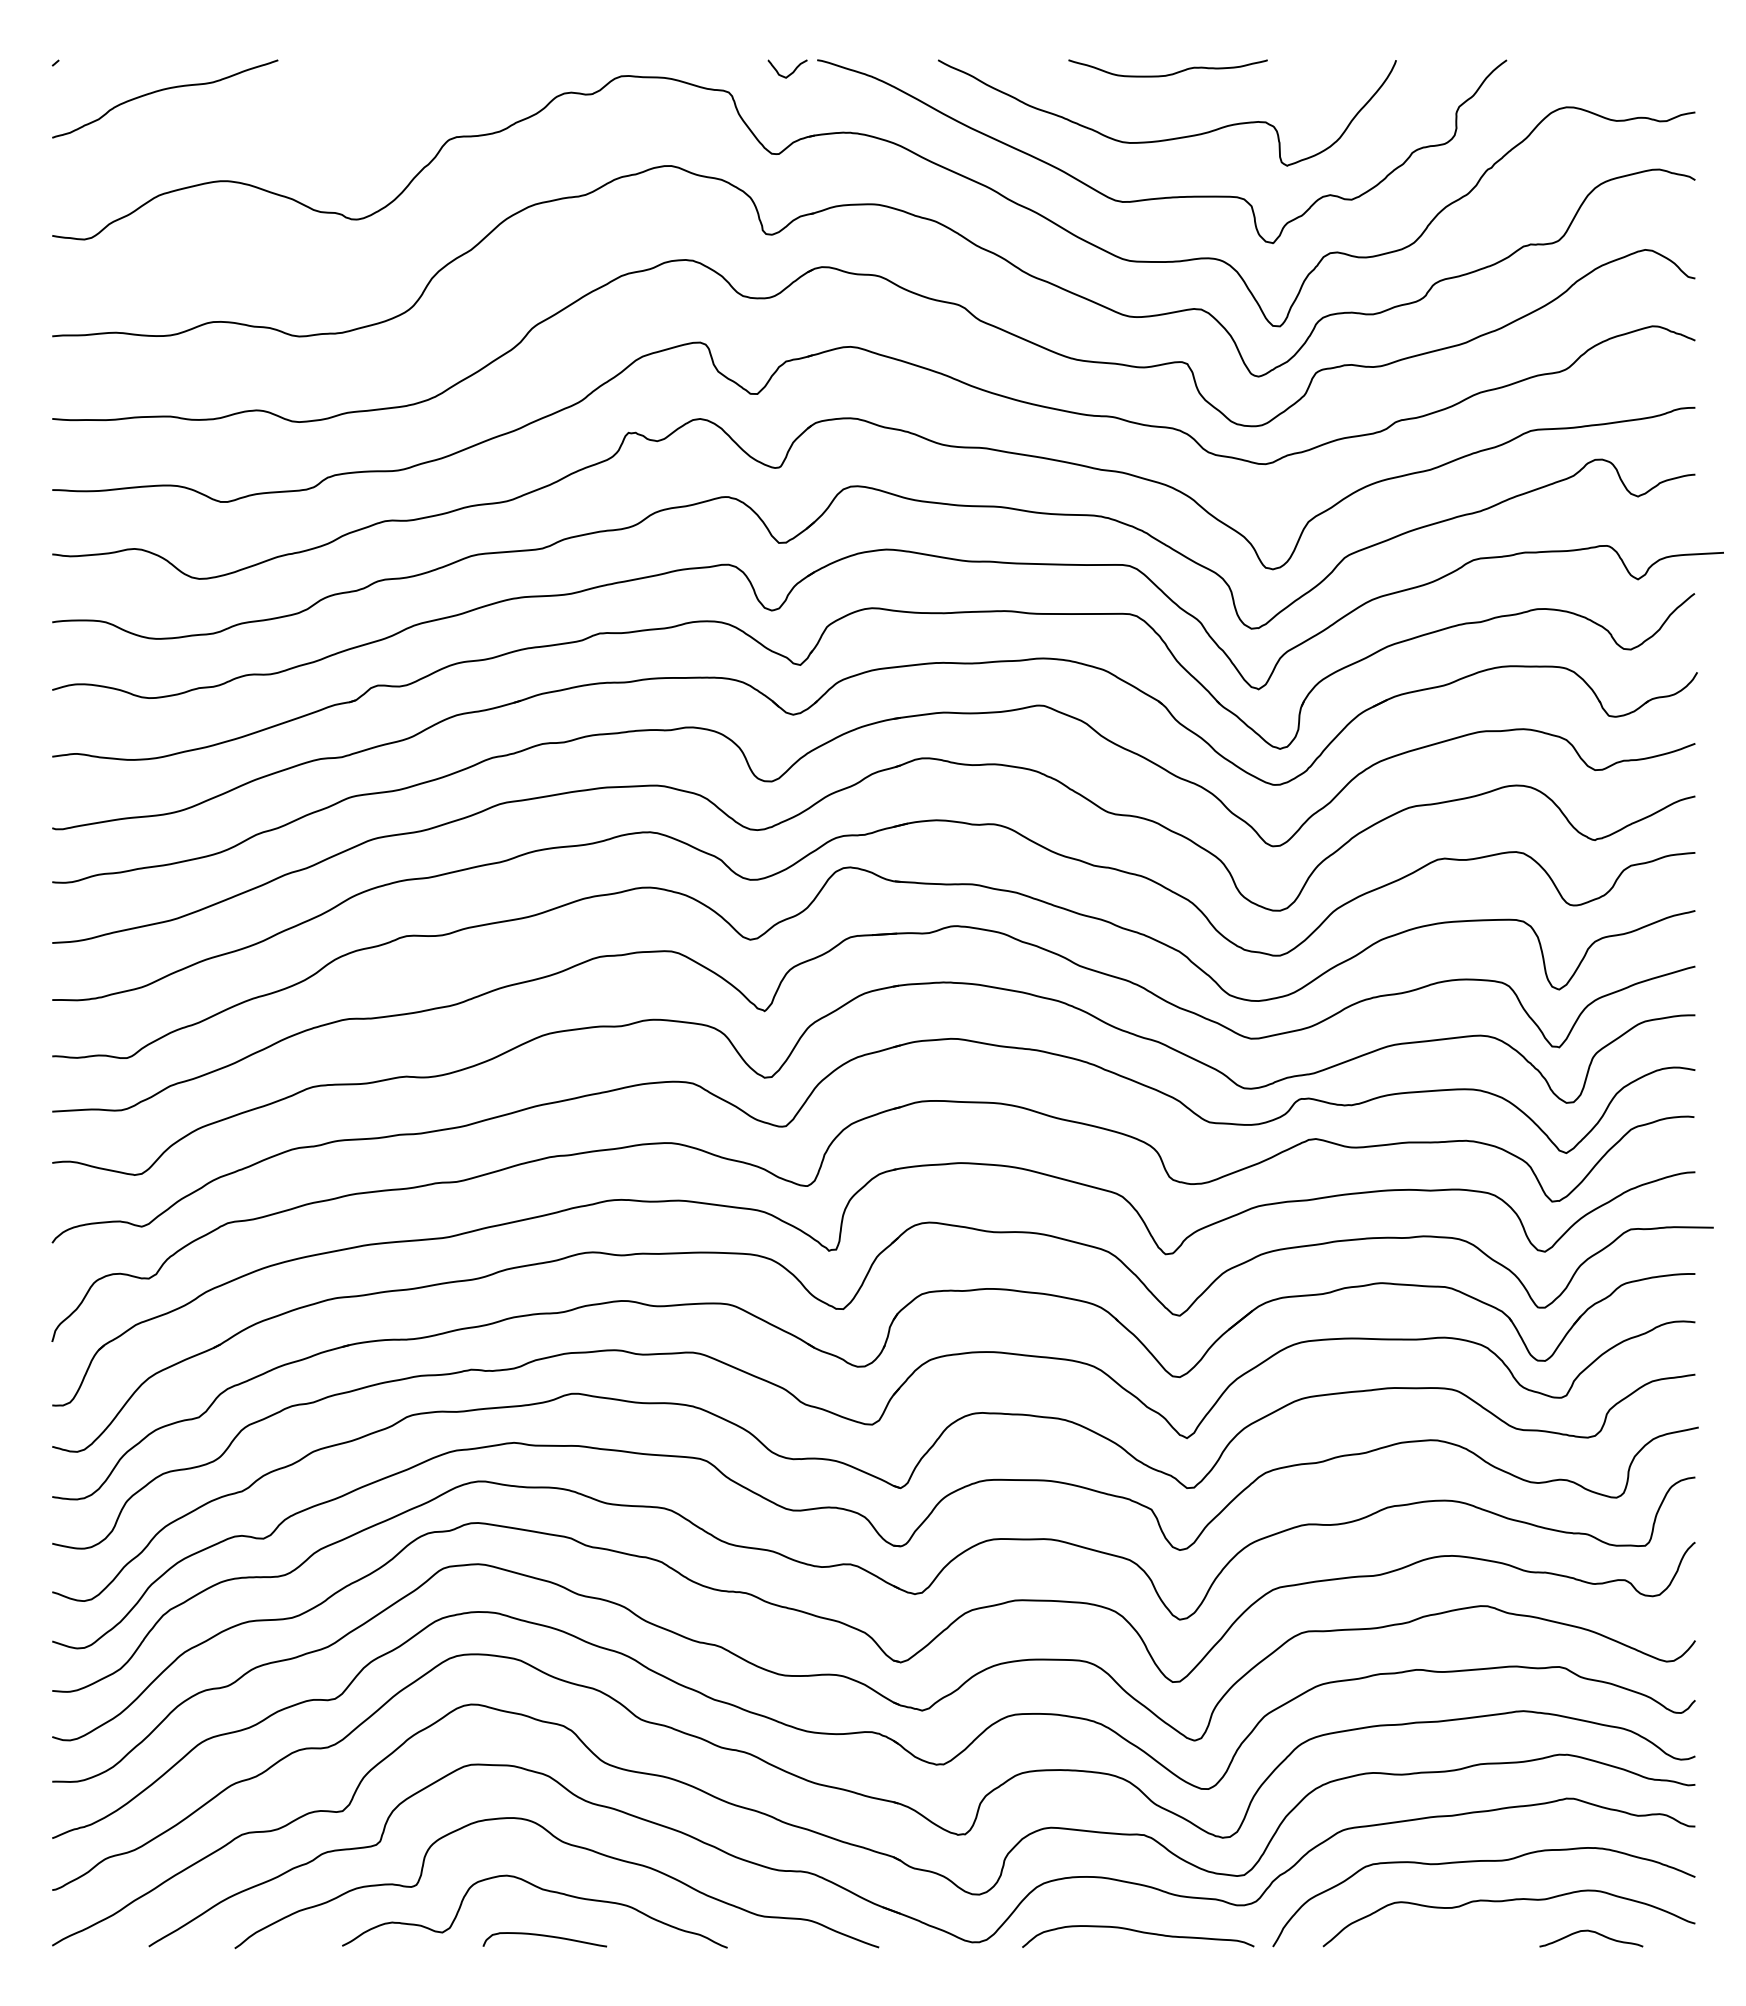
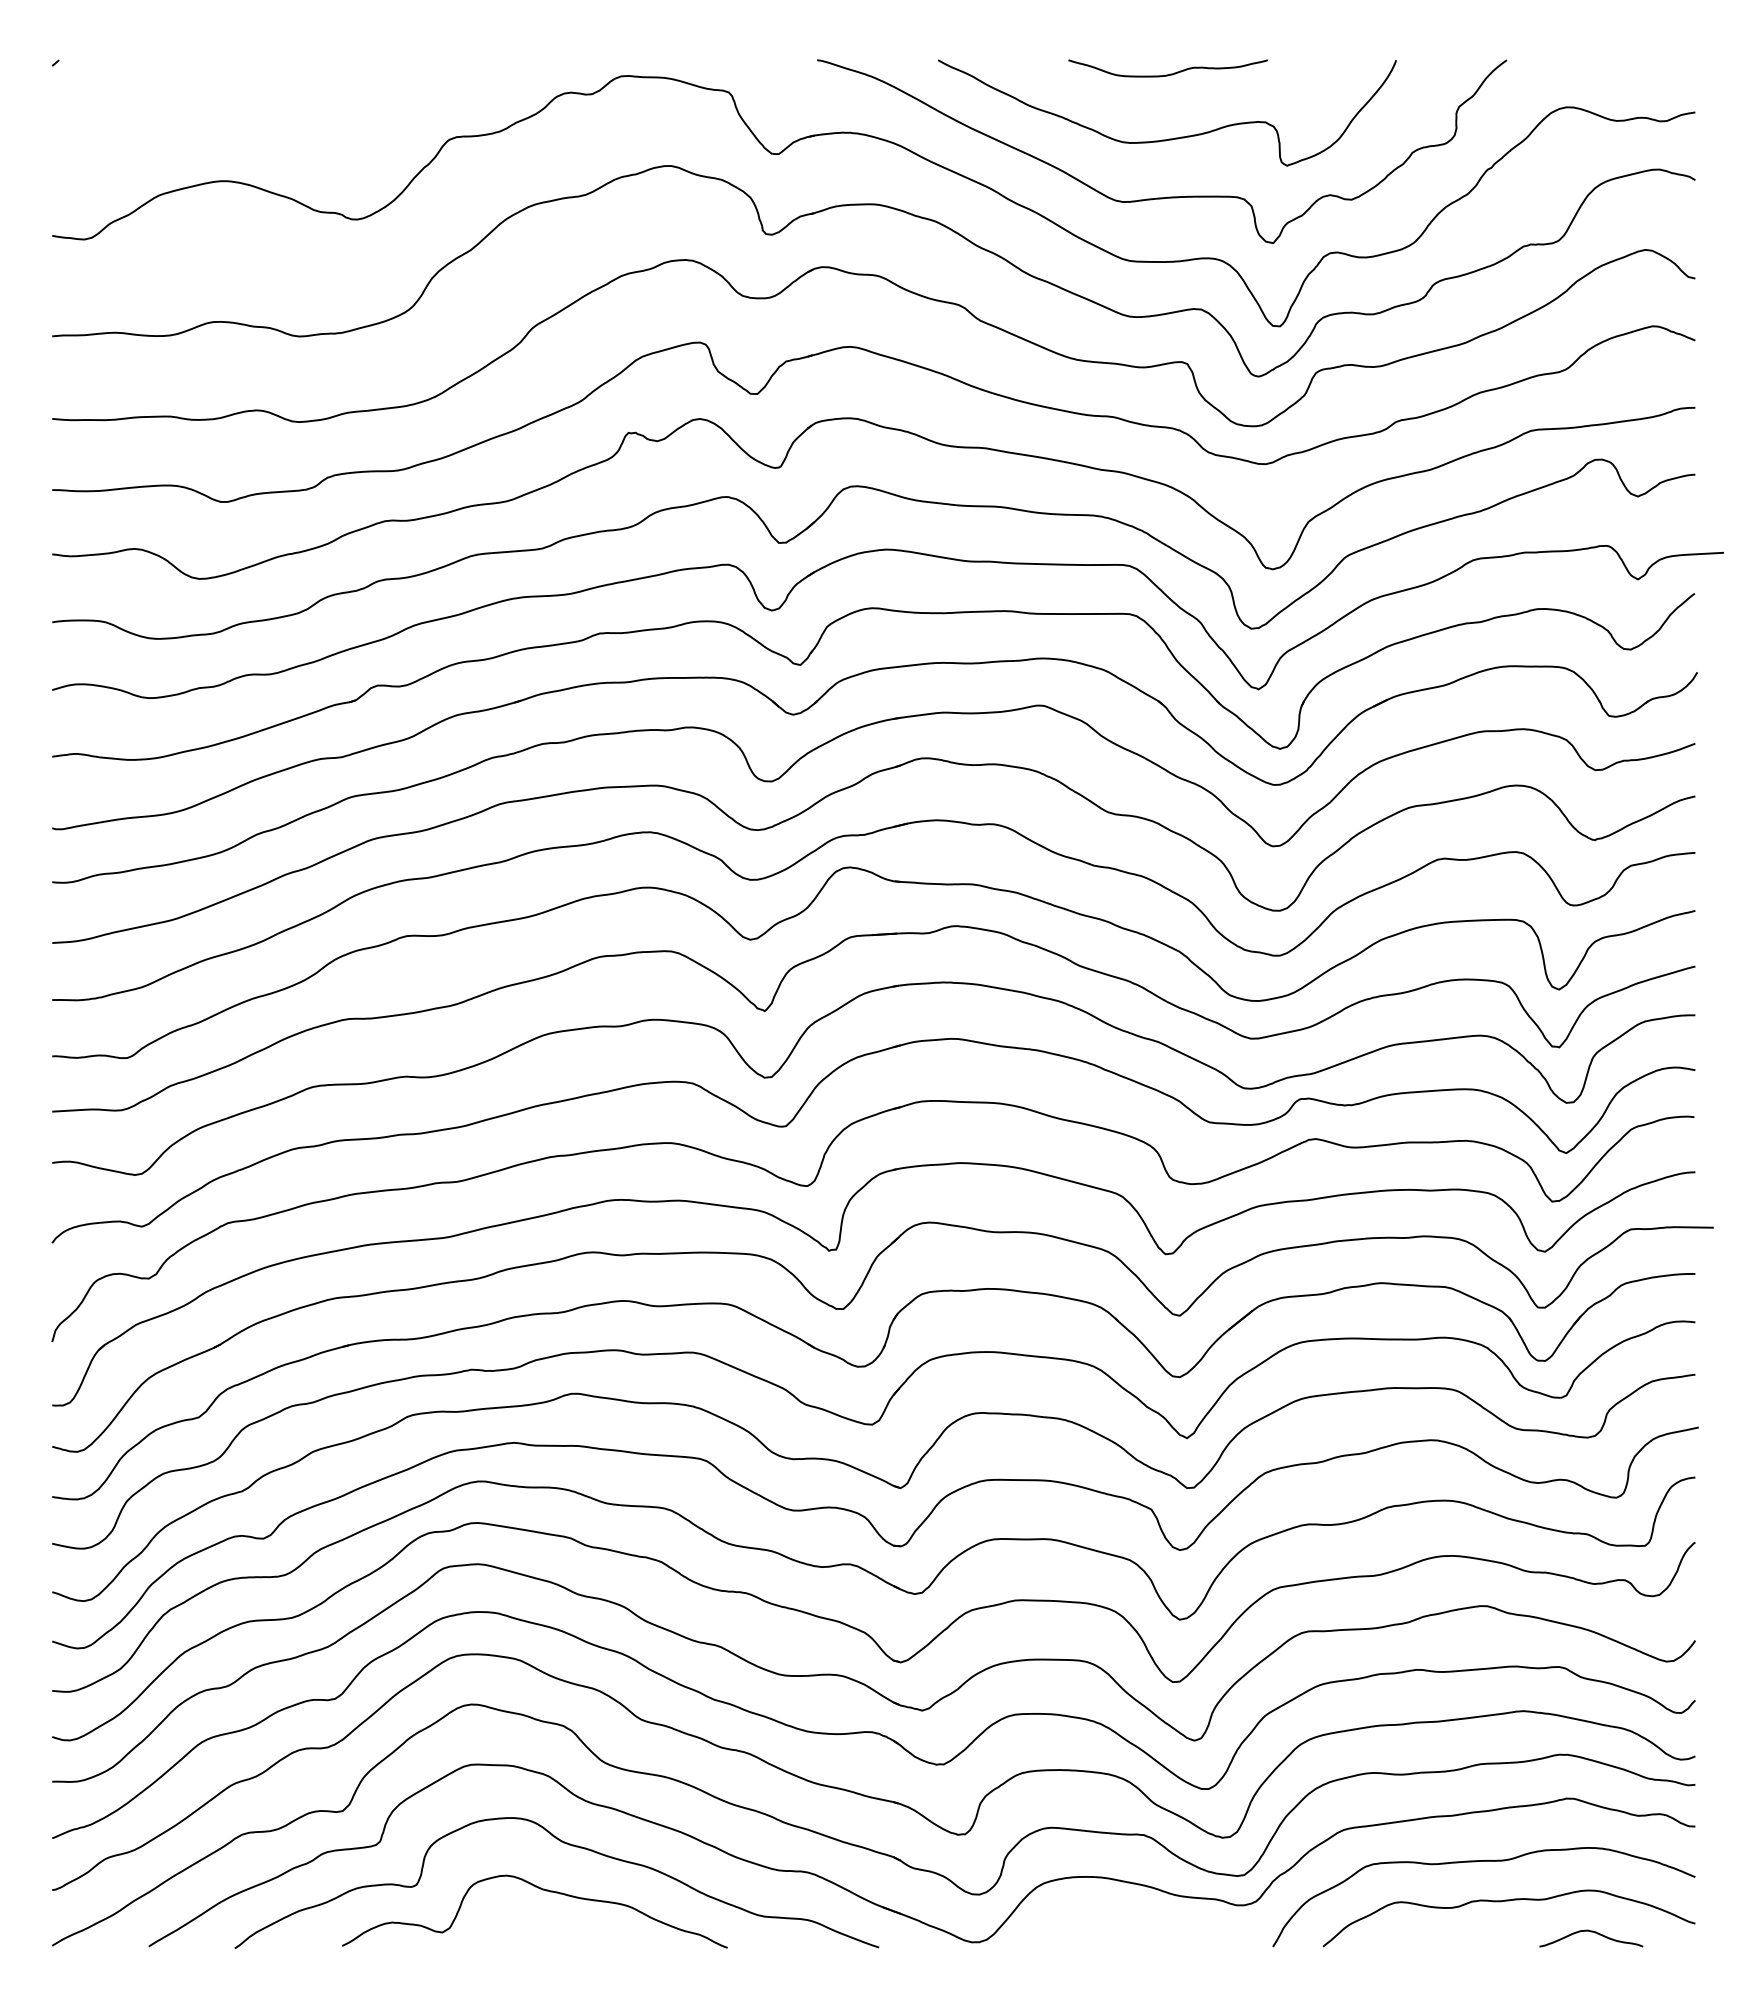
curve at (791, 72): present -> none
curve at (164, 90): present -> none
curve at (1138, 1932): present -> none
curve at (544, 1936): present -> none
